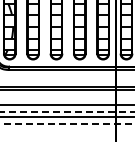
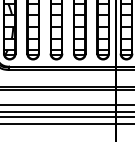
line at (67, 112): dashed -> solid
line at (66, 124): dashed -> solid
